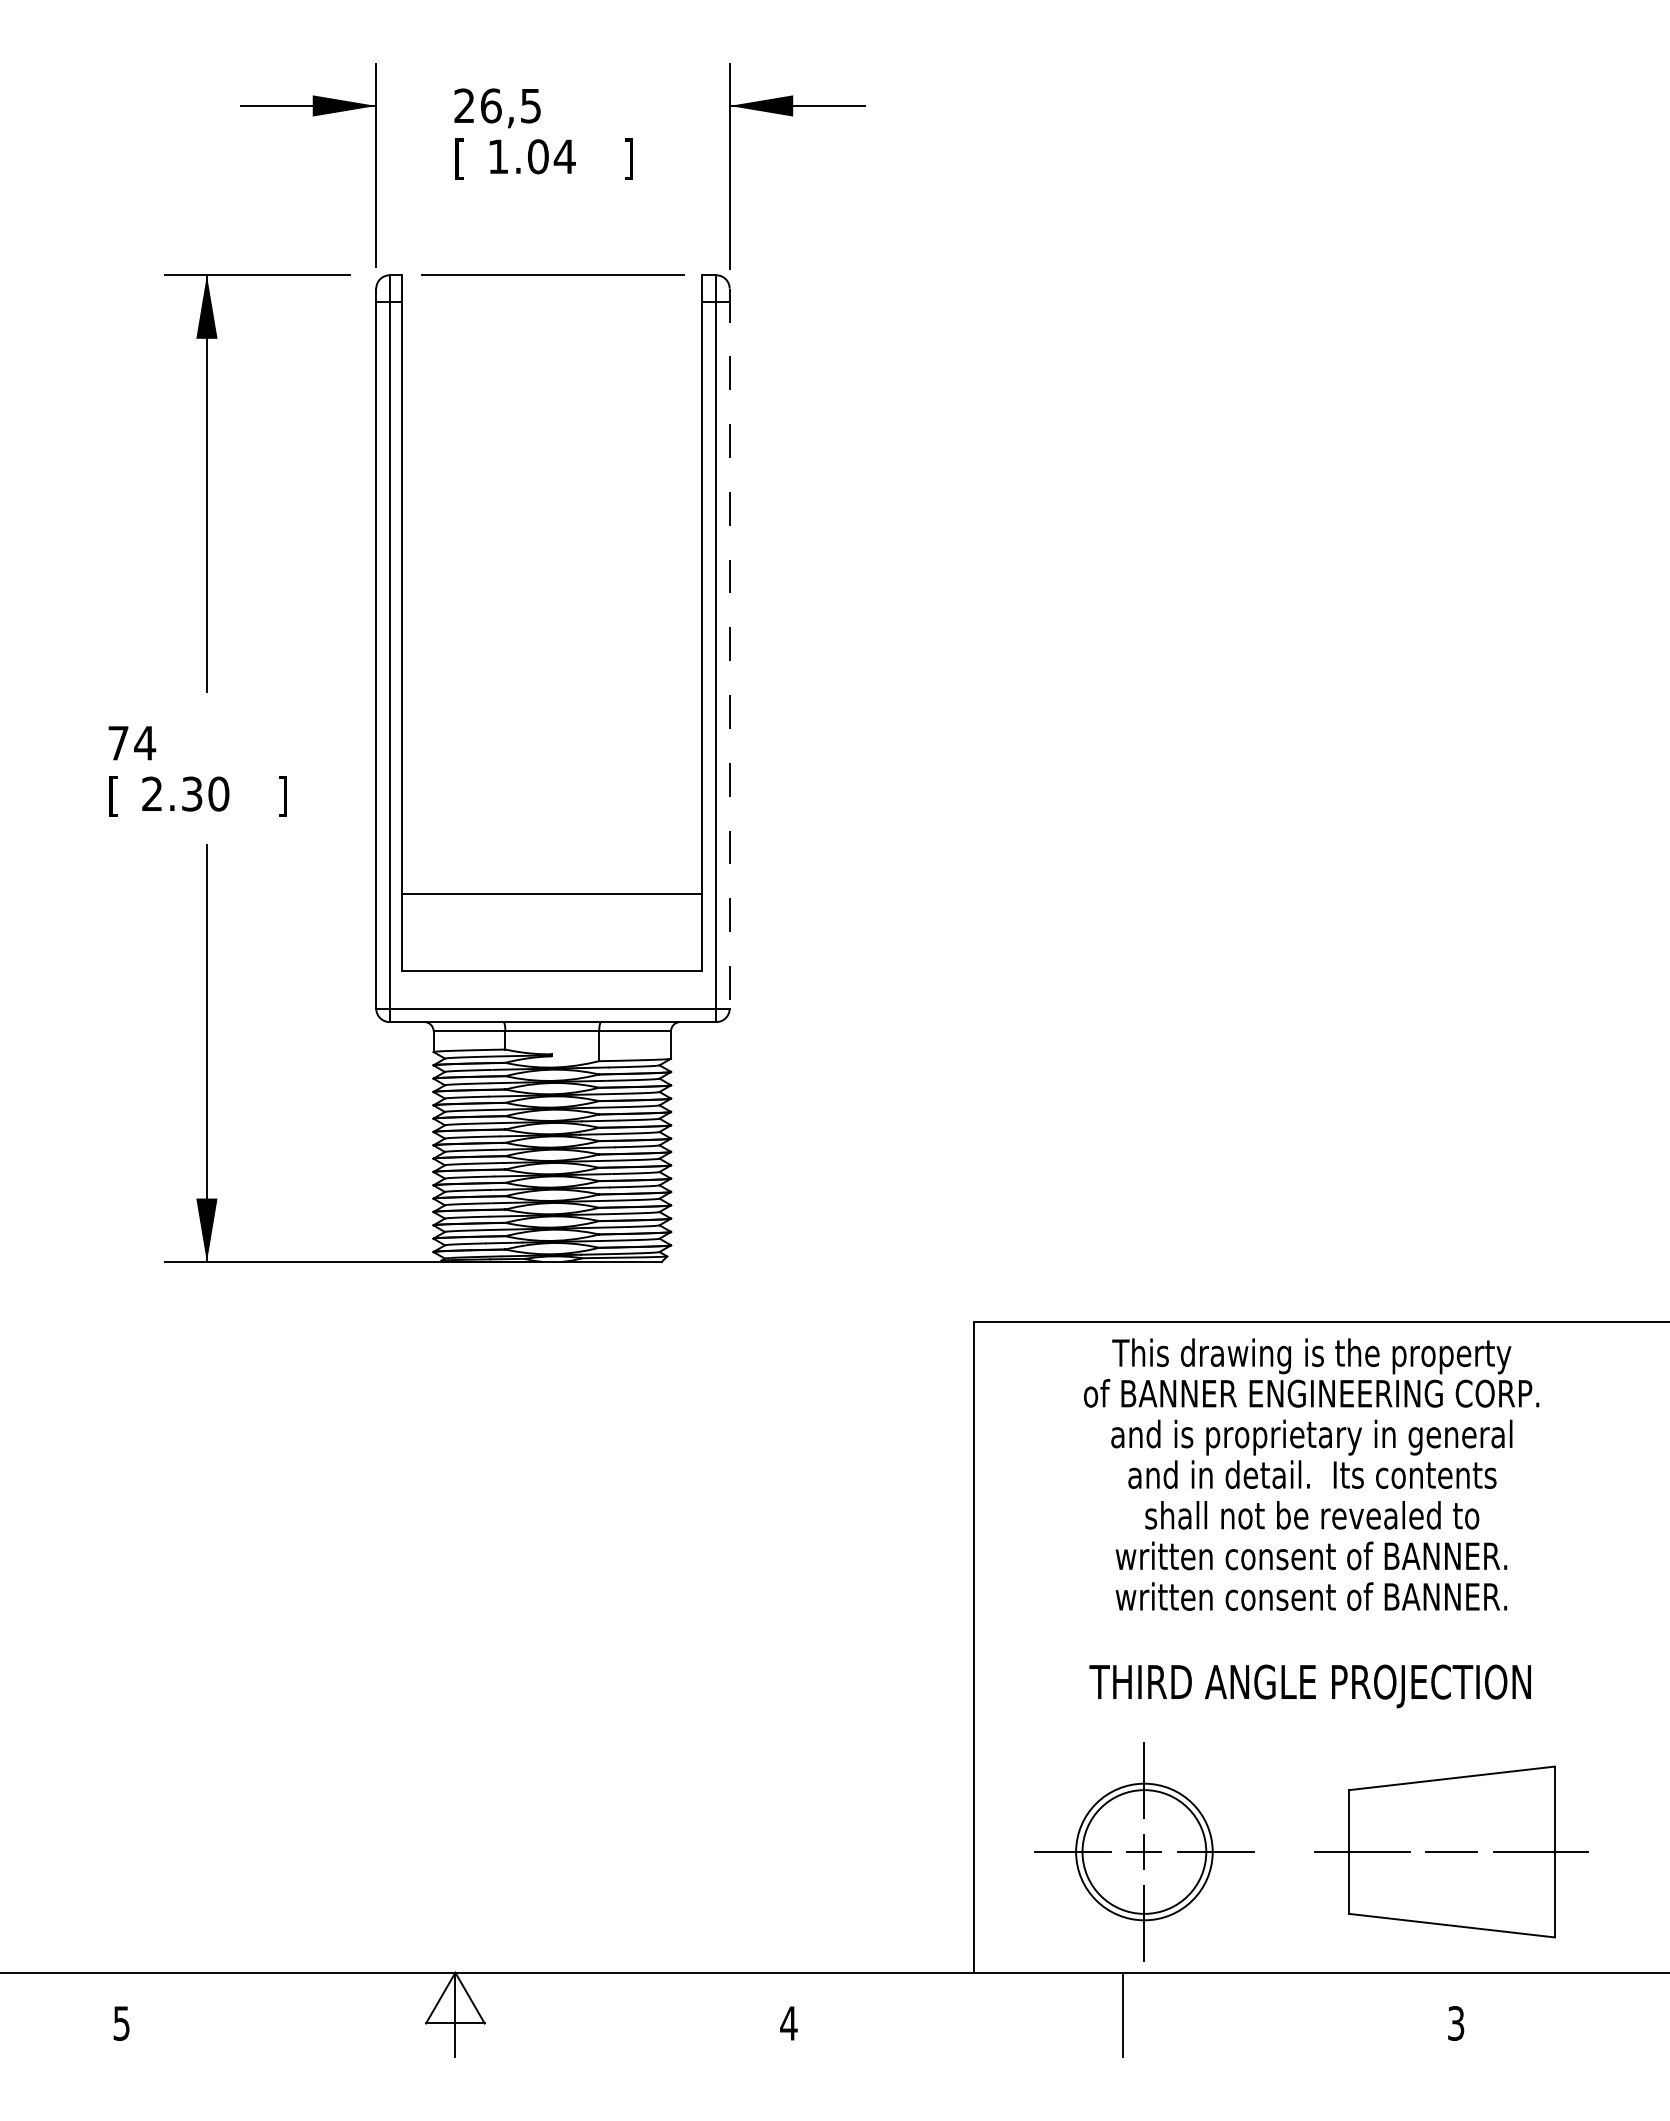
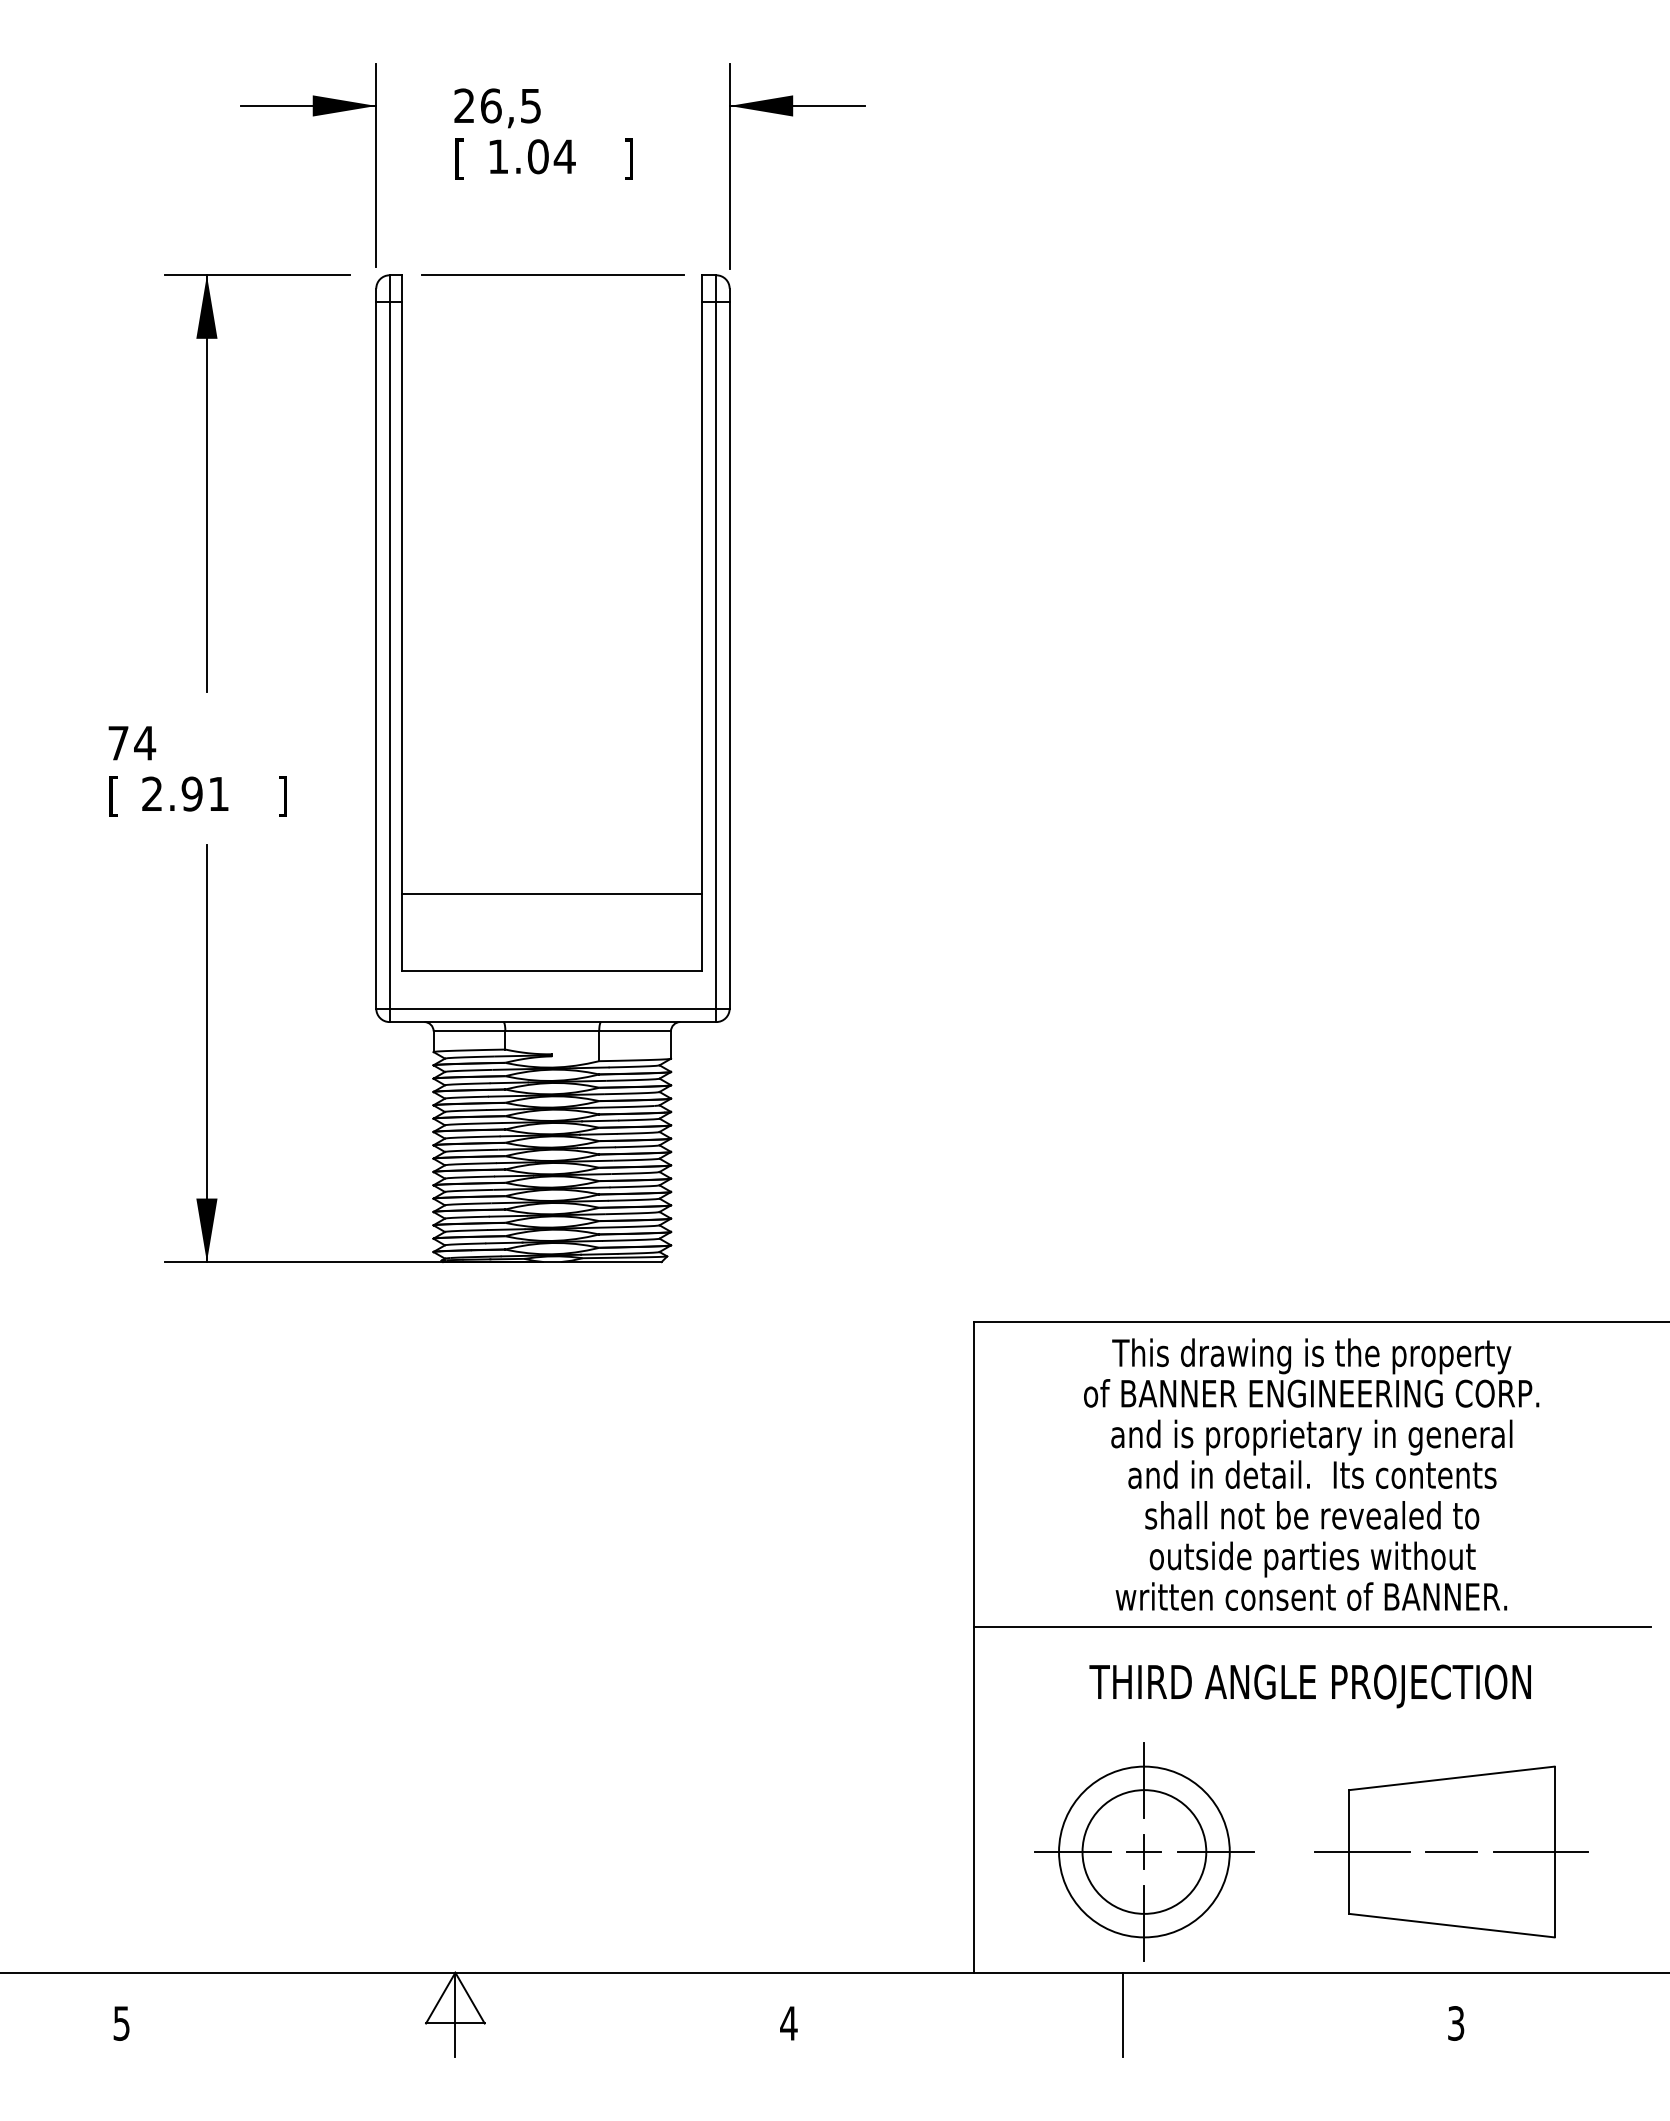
line at (729, 649): dashed -> solid
text at (205, 793): 2.30 -> 2.91
text at (1311, 1559): written consent of BANNER. -> outside parties without
line at (1312, 1627): none -> present
circle at (1144, 1851) diameter: 137 px -> 171 px
